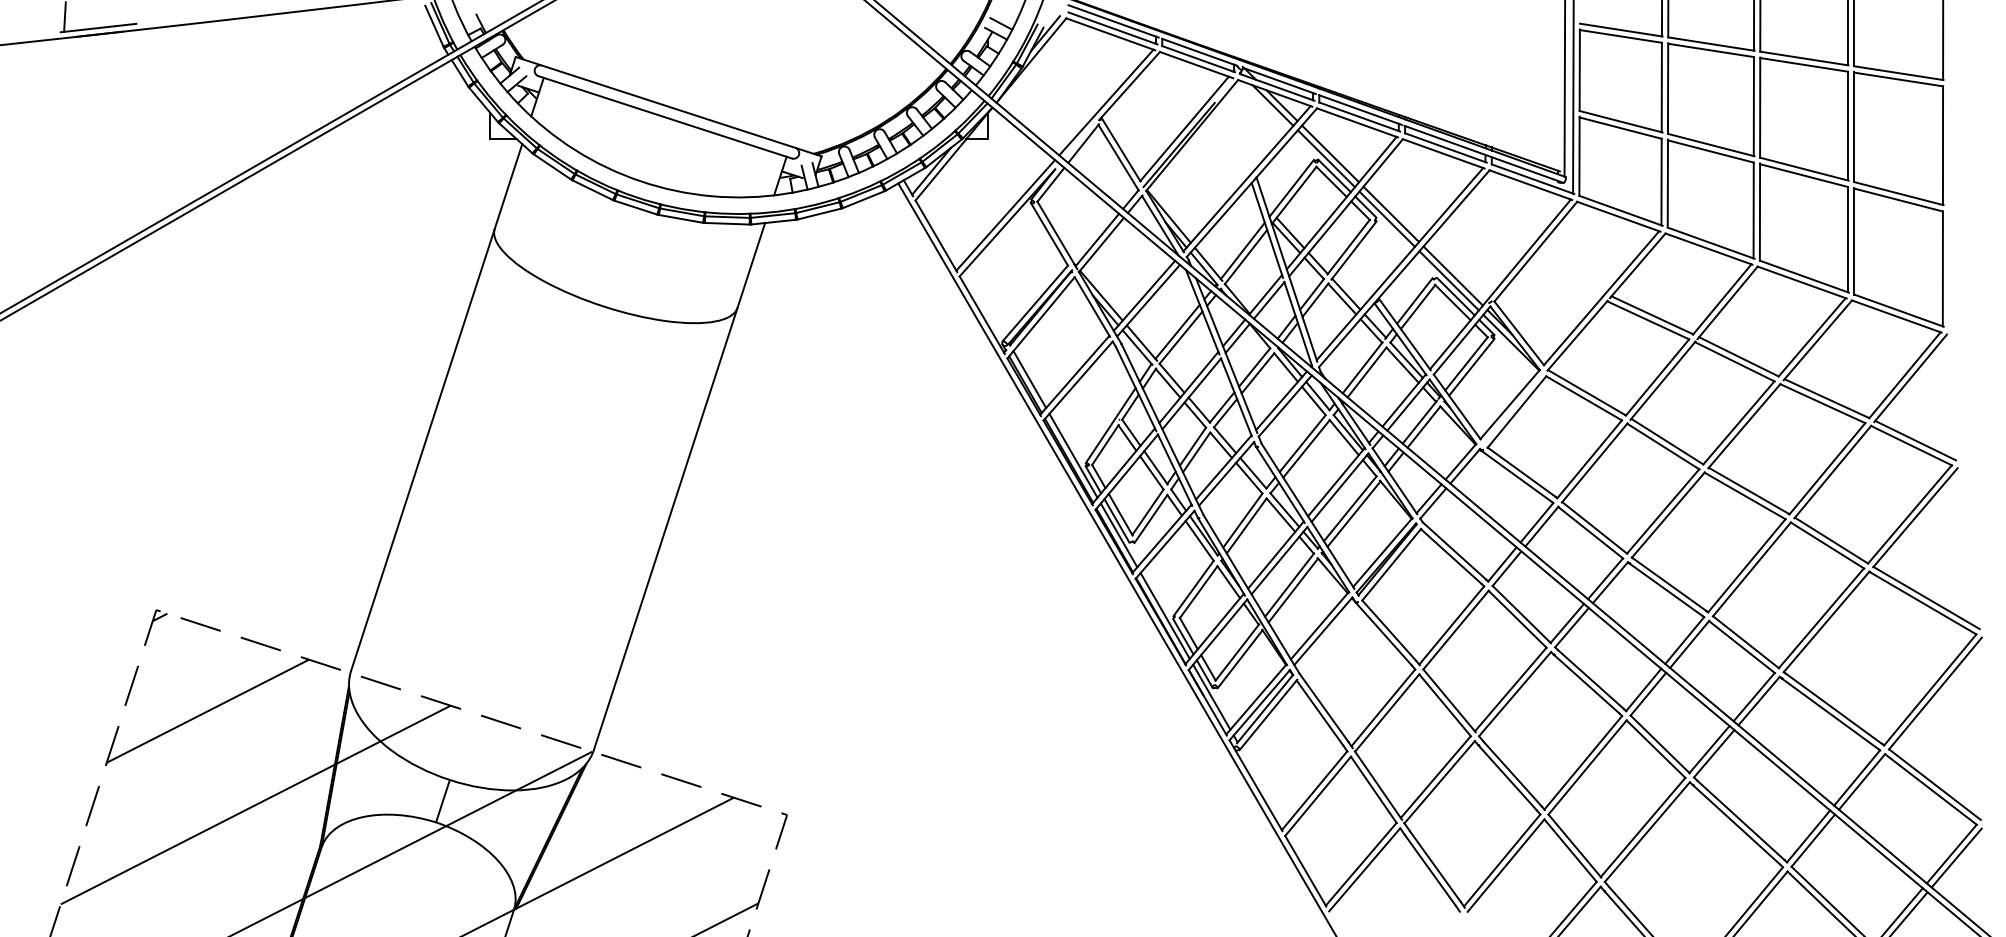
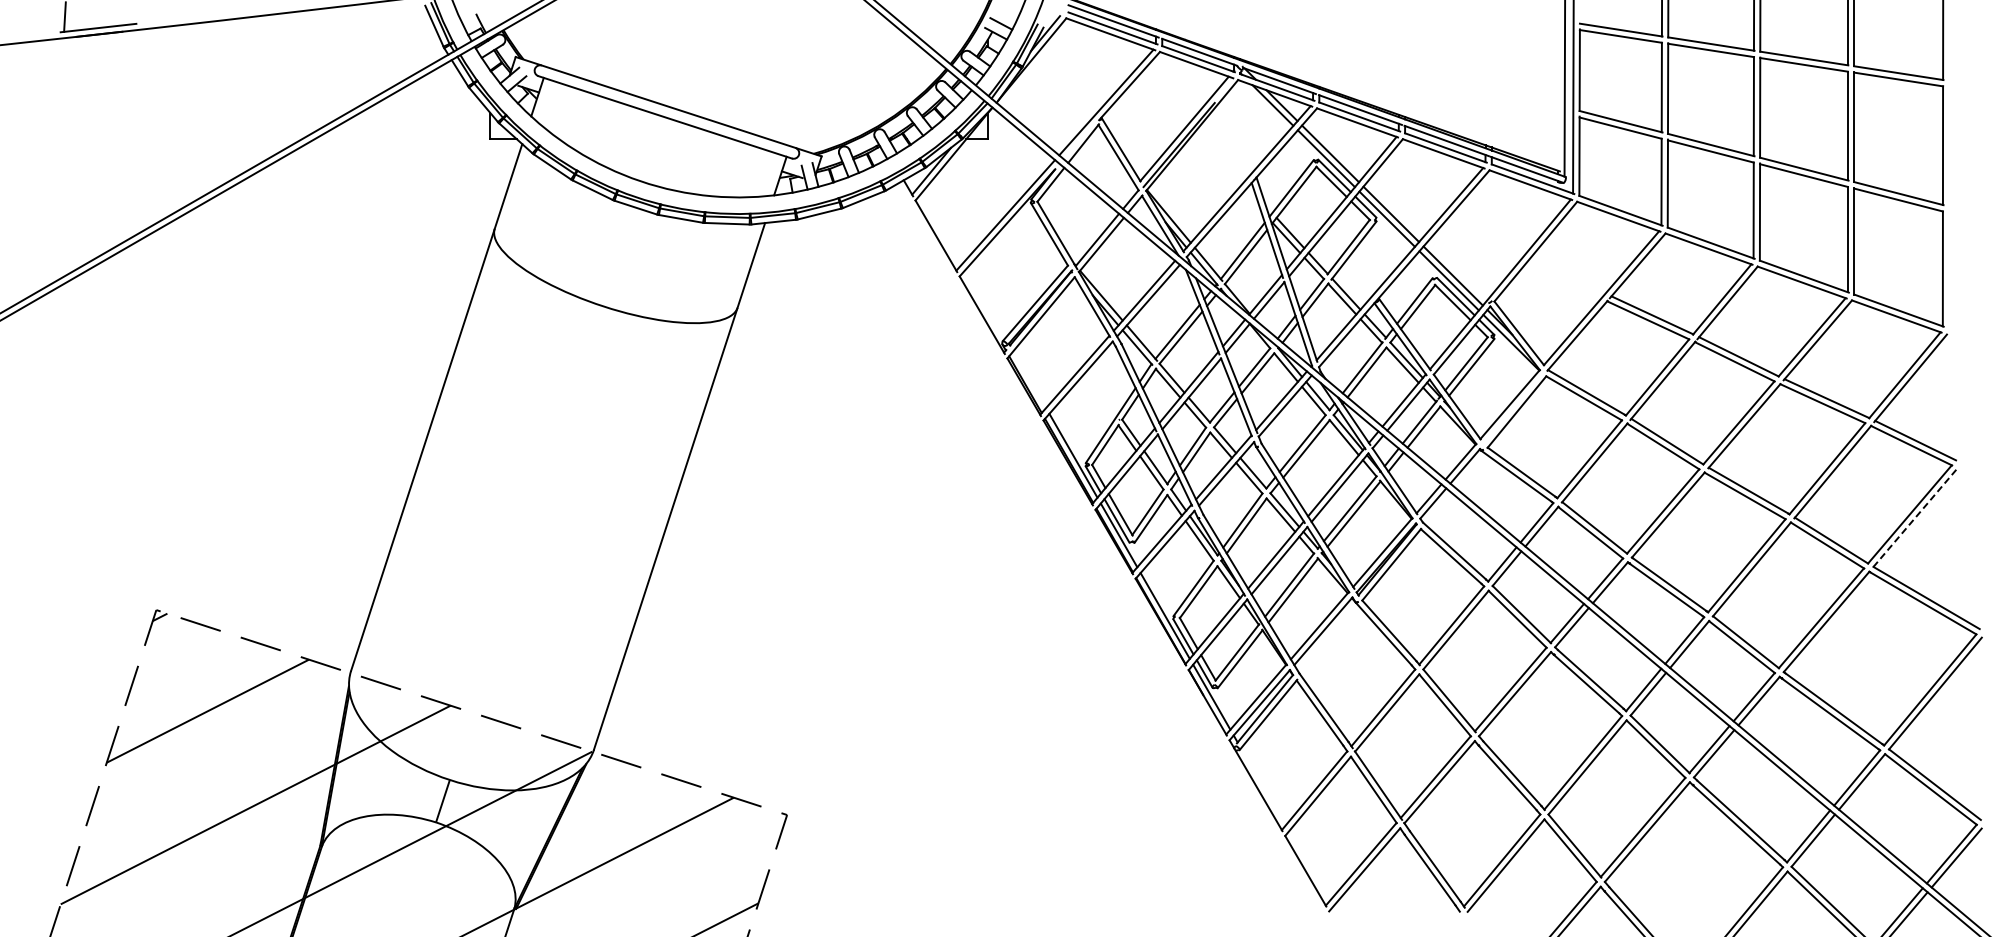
line at (1029, 379): present -> none
line at (1915, 517): solid -> dashed
line at (1116, 558): present -> none
